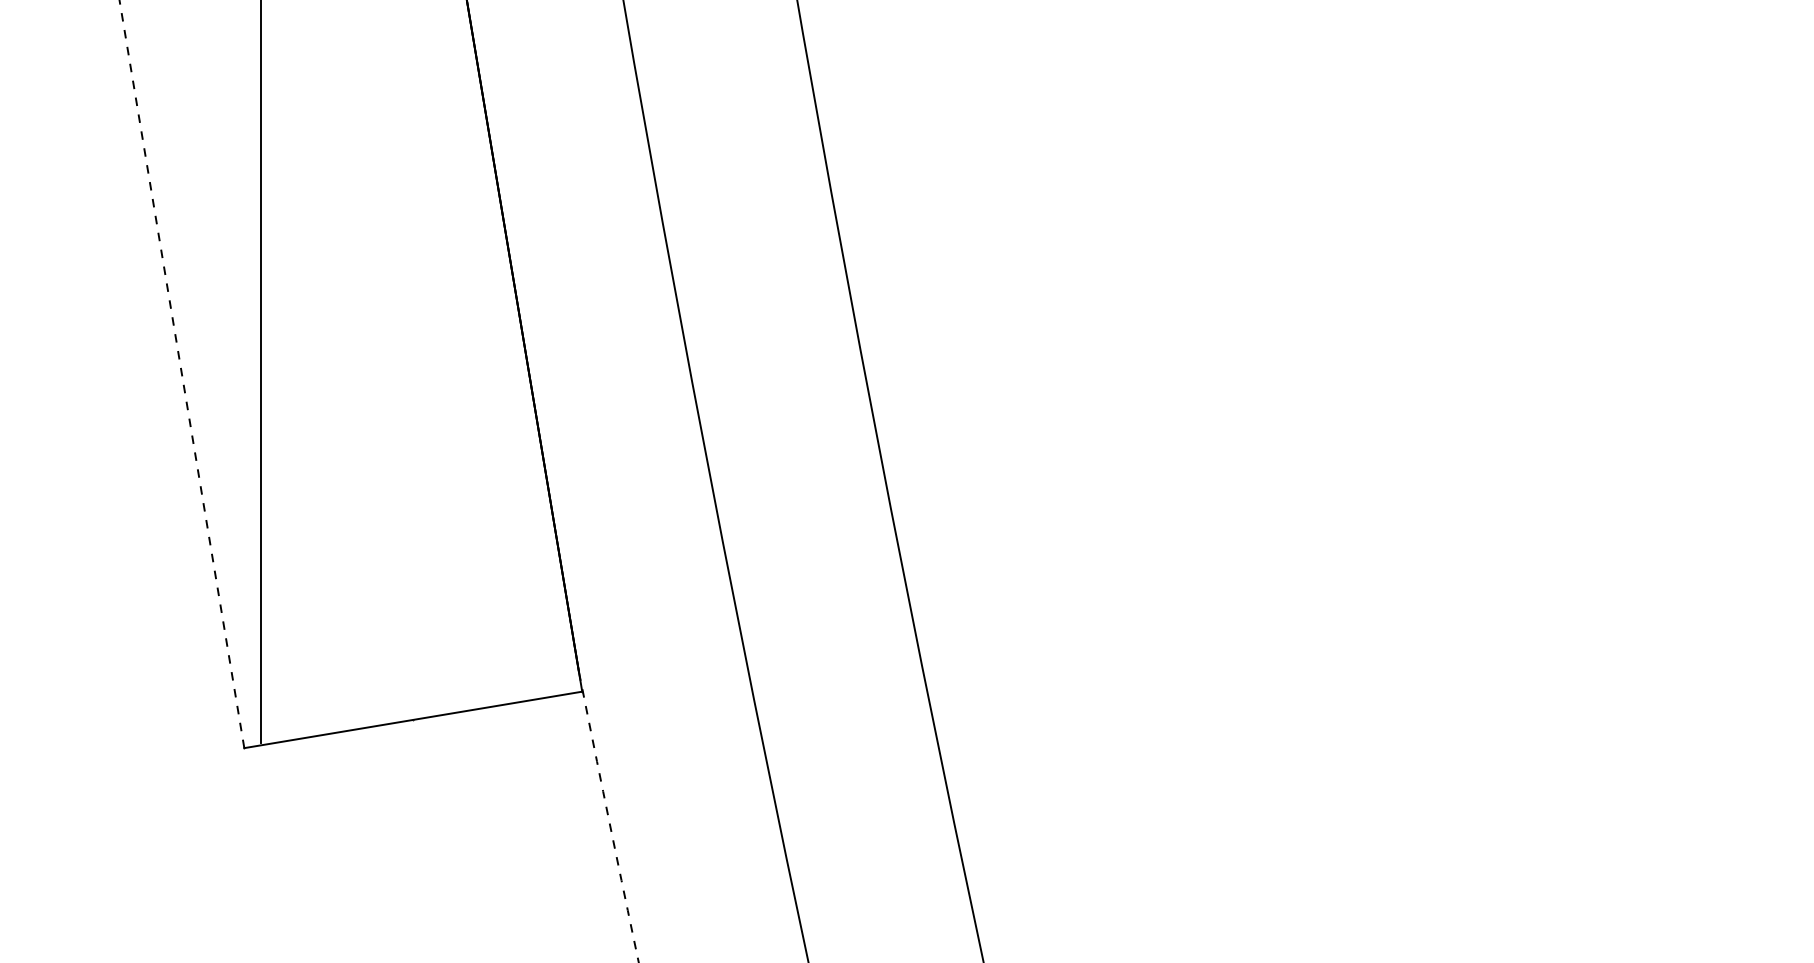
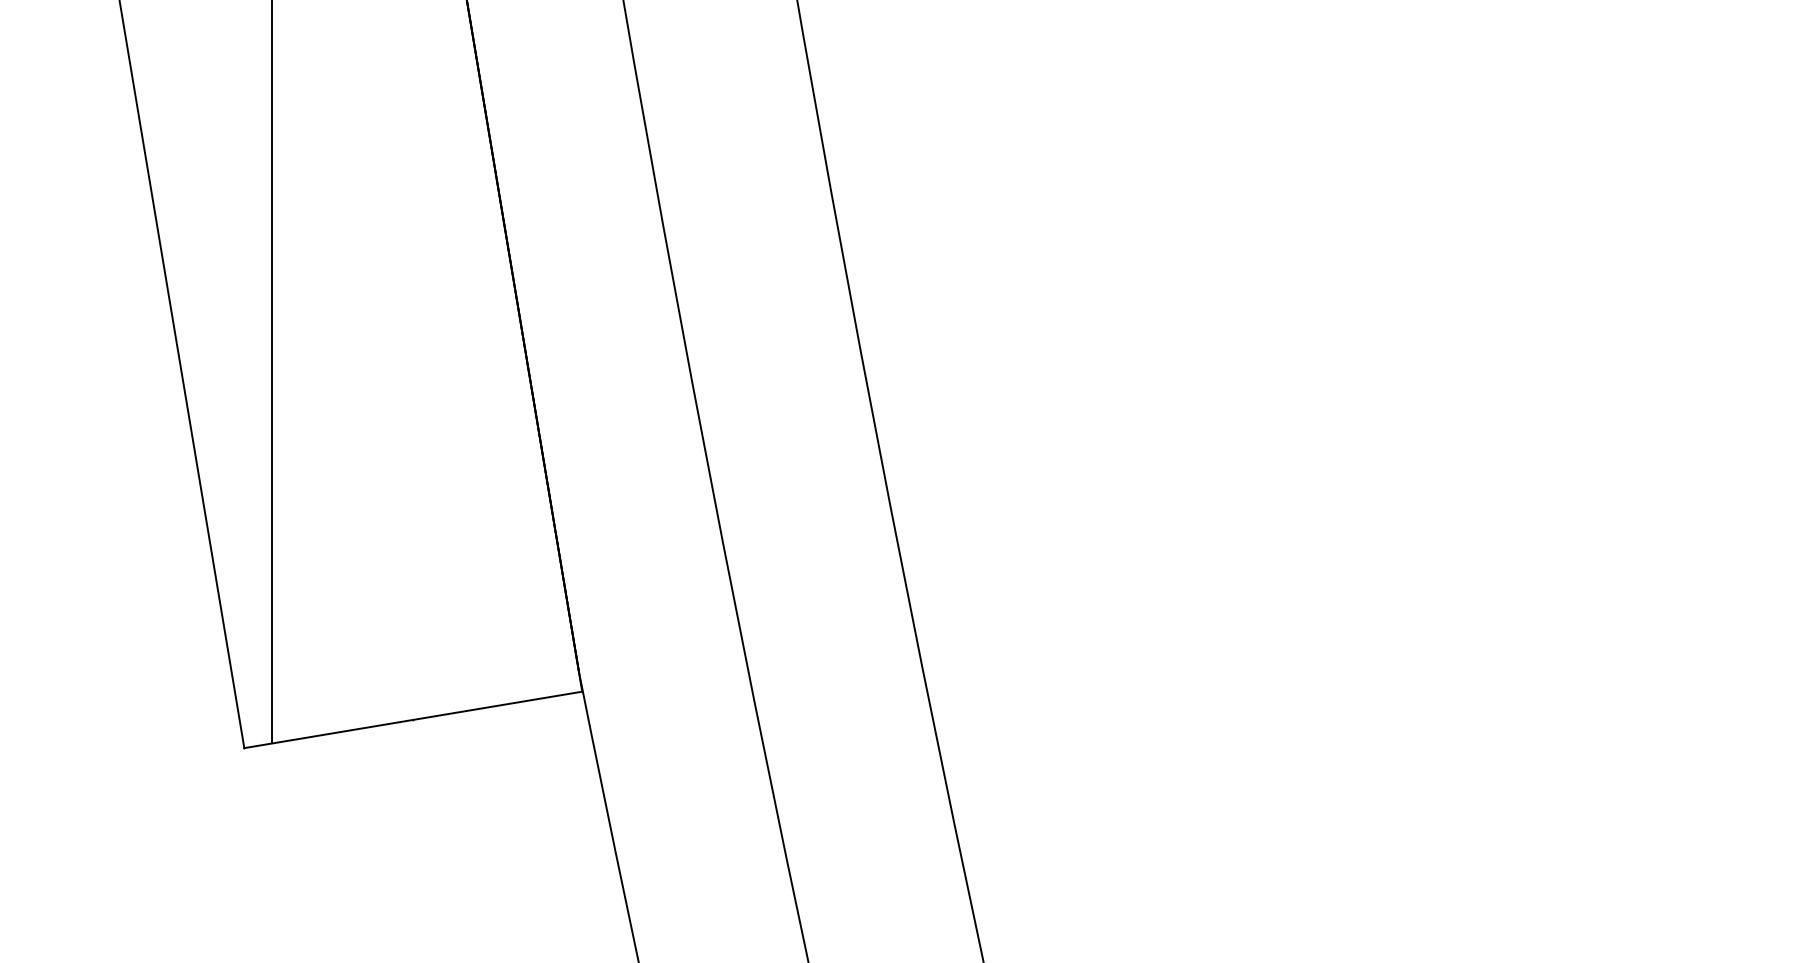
line at (261, 372) position: (261, 372) -> (272, 372)
line at (181, 374): dashed -> solid
arc at (608, 817): dashed -> solid
